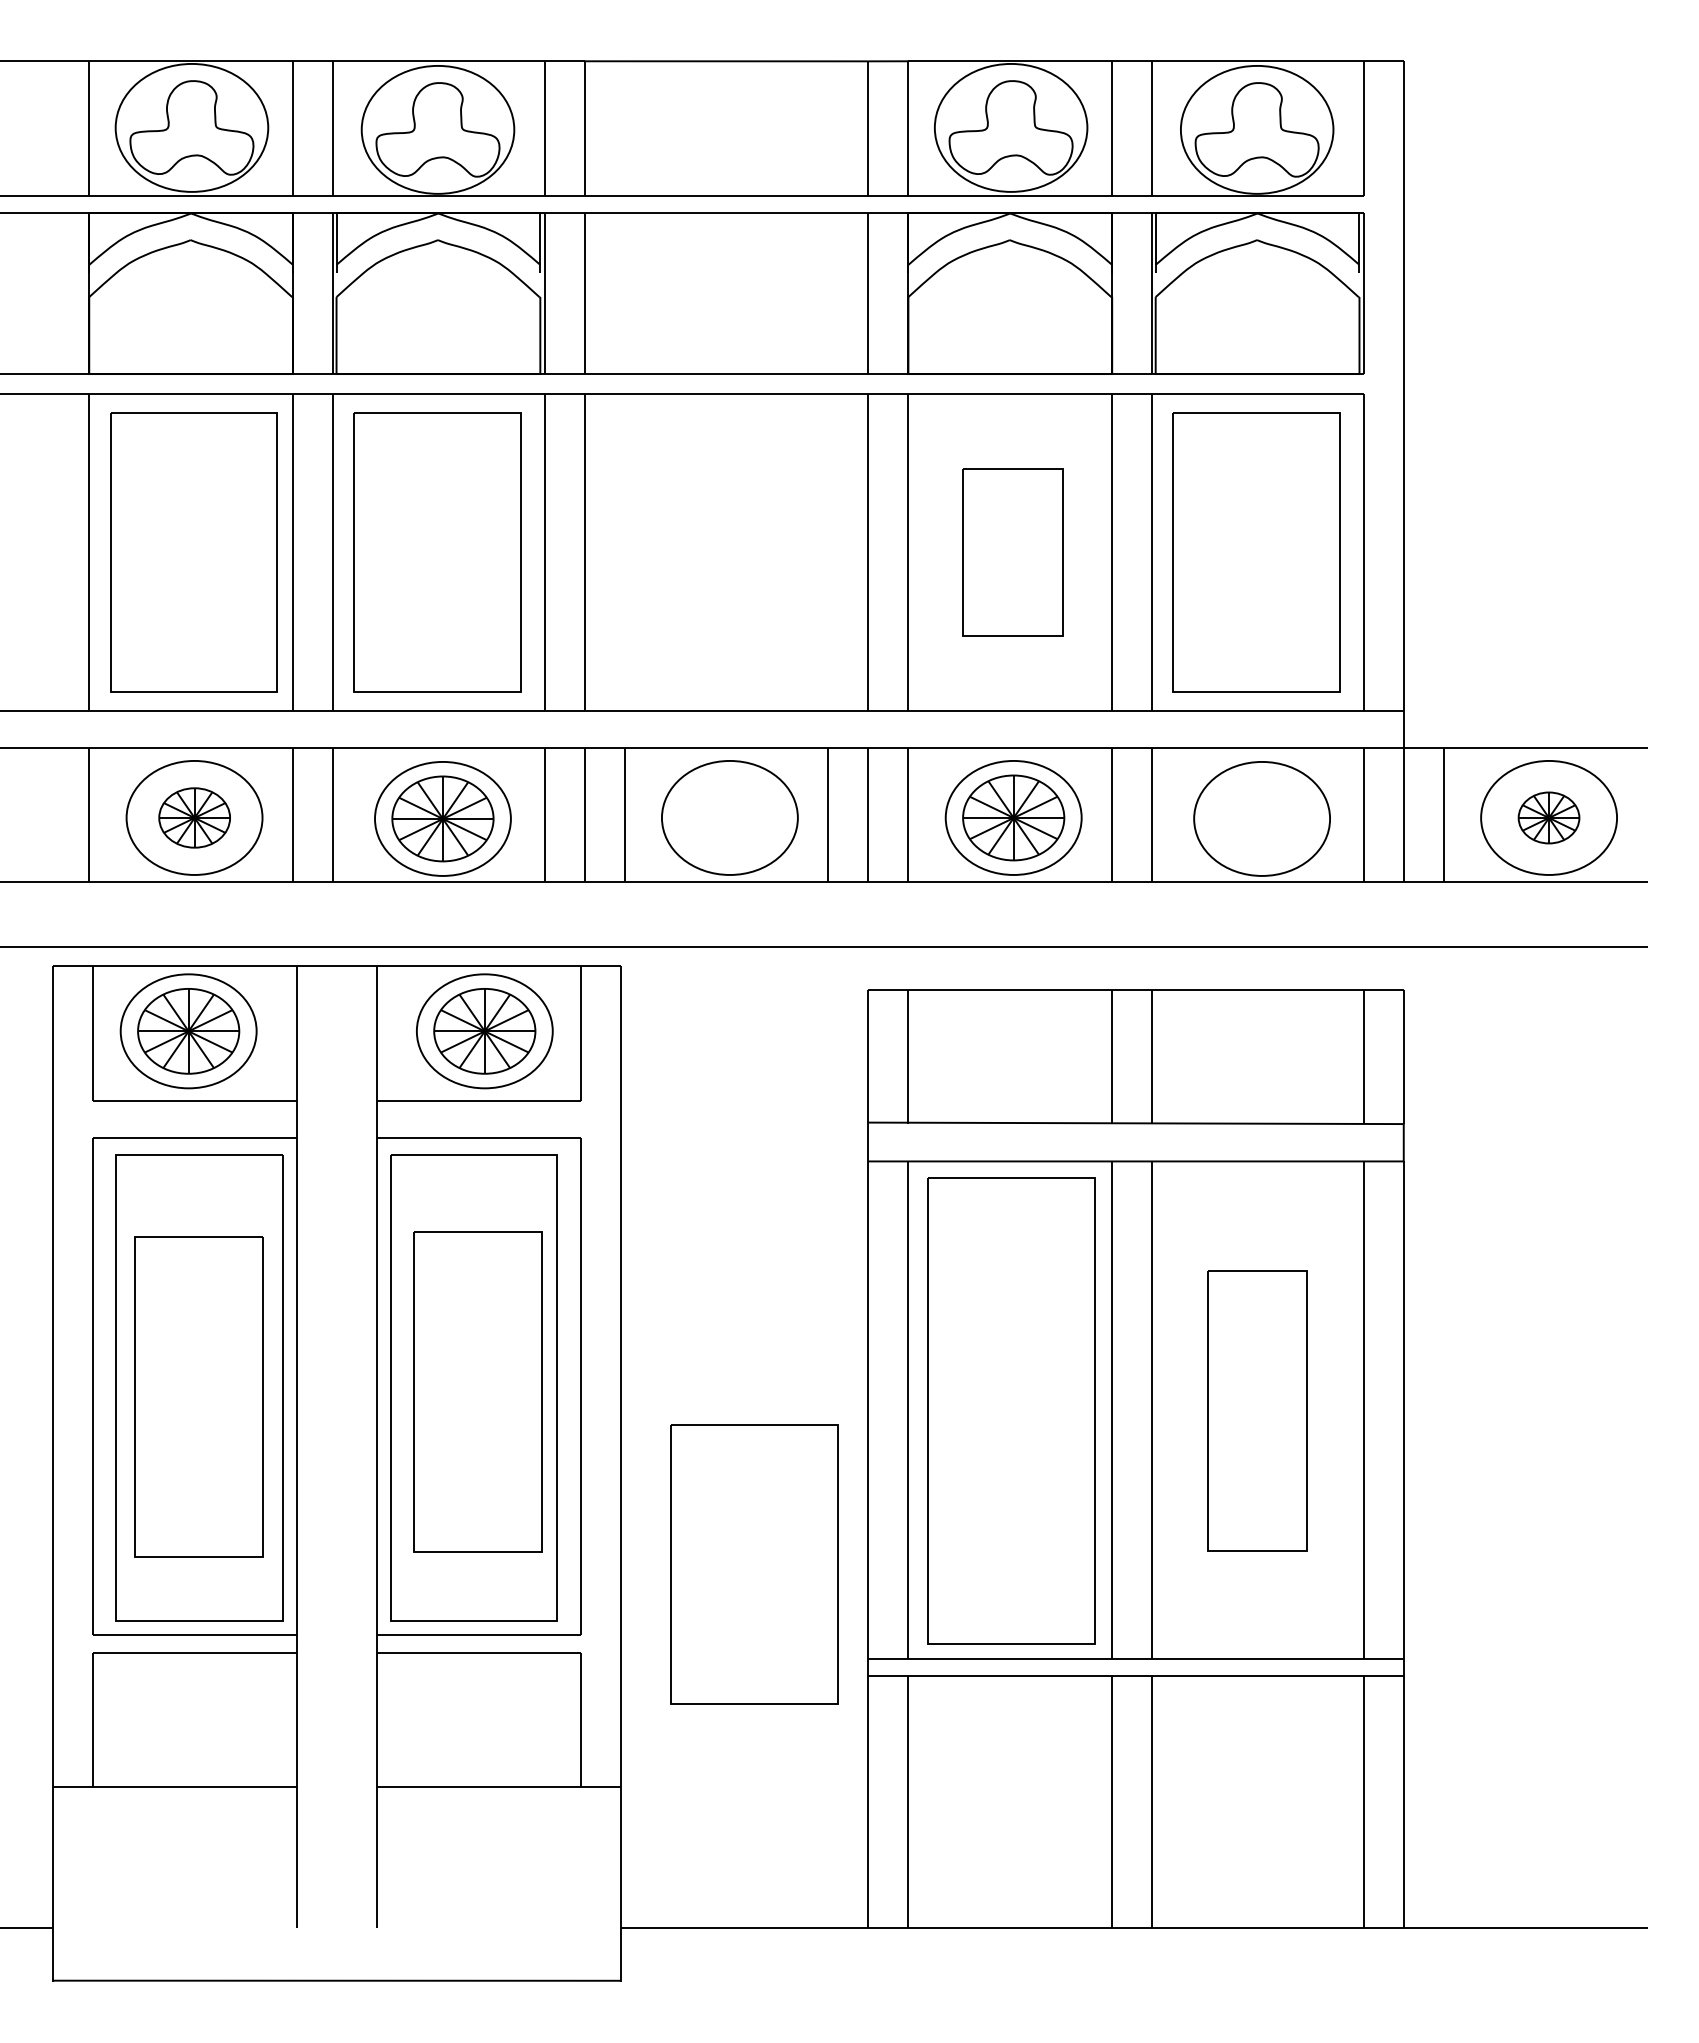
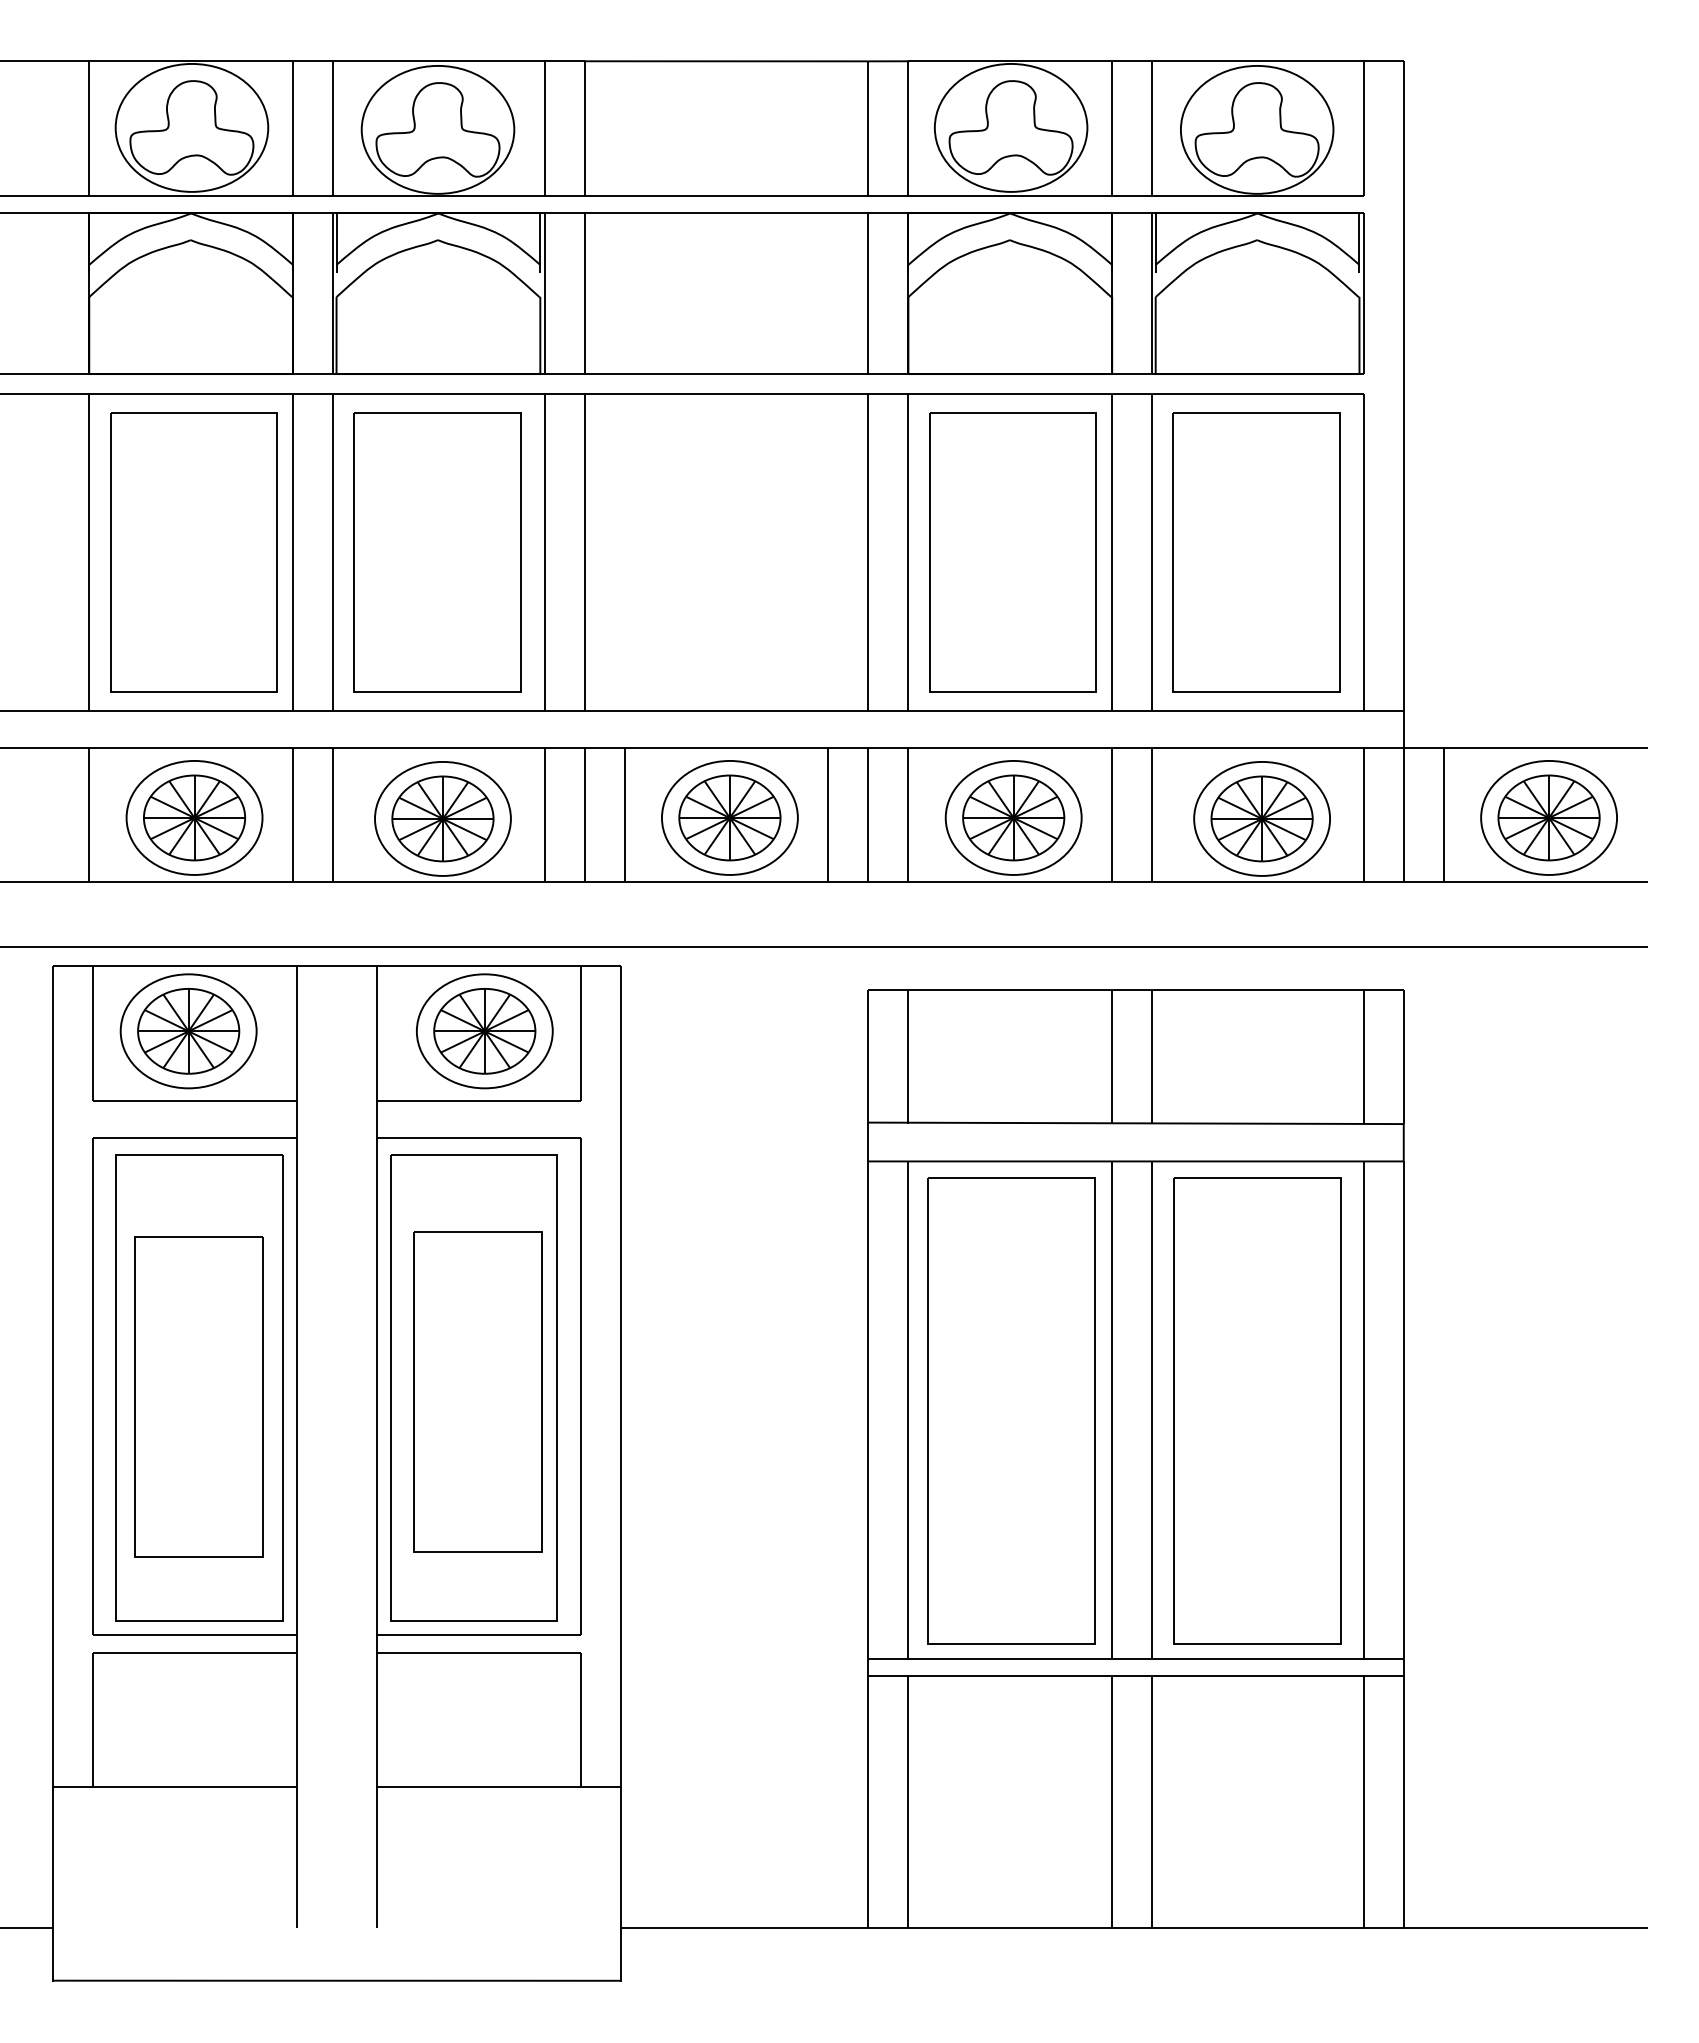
part at (1012, 552) size: 102x169 px -> 168x281 px
part at (194, 817) size: 73x62 px -> 104x88 px
part at (729, 817): none -> present
part at (1548, 817) size: 64x54 px -> 104x88 px
part at (1261, 818): none -> present
part at (1257, 1410) size: 101x282 px -> 169x468 px
part at (754, 1564): present -> none
